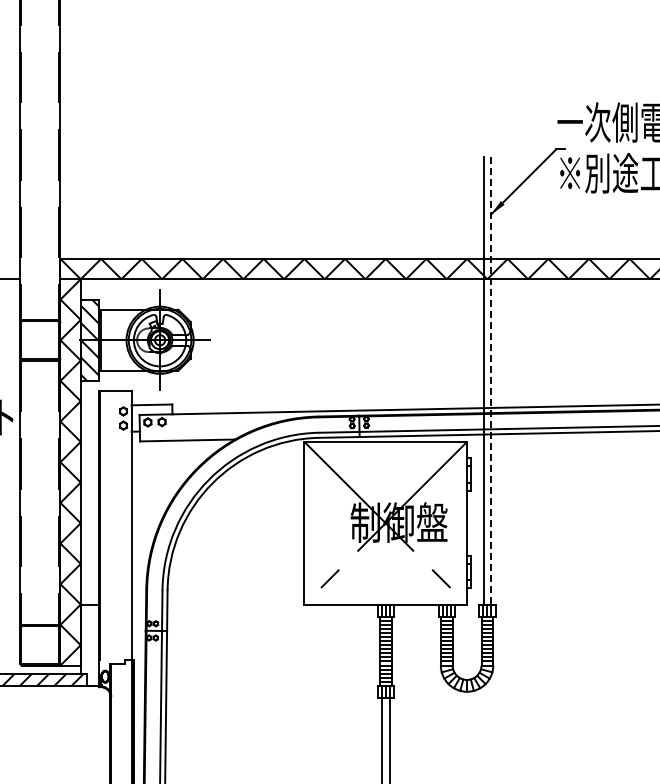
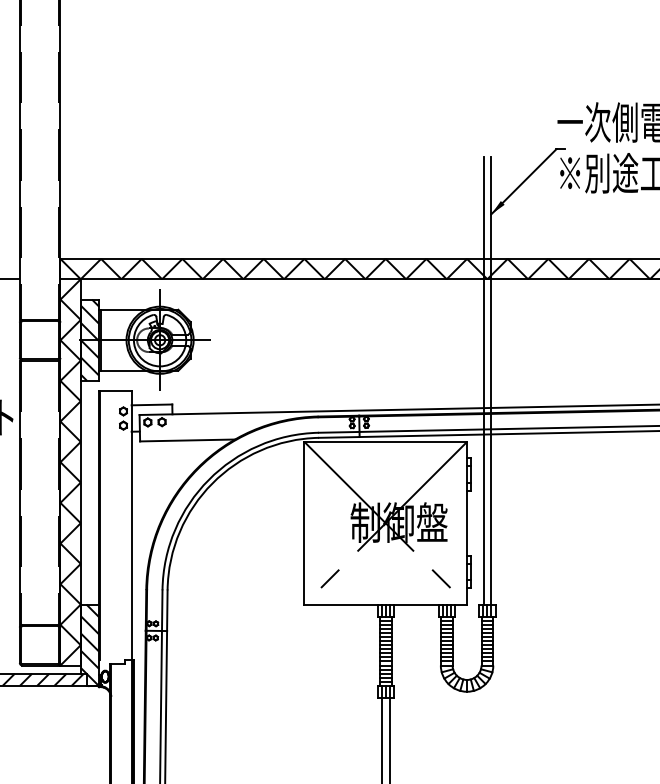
line at (491, 380): dashed -> solid
hatch at (89, 644): none -> present
